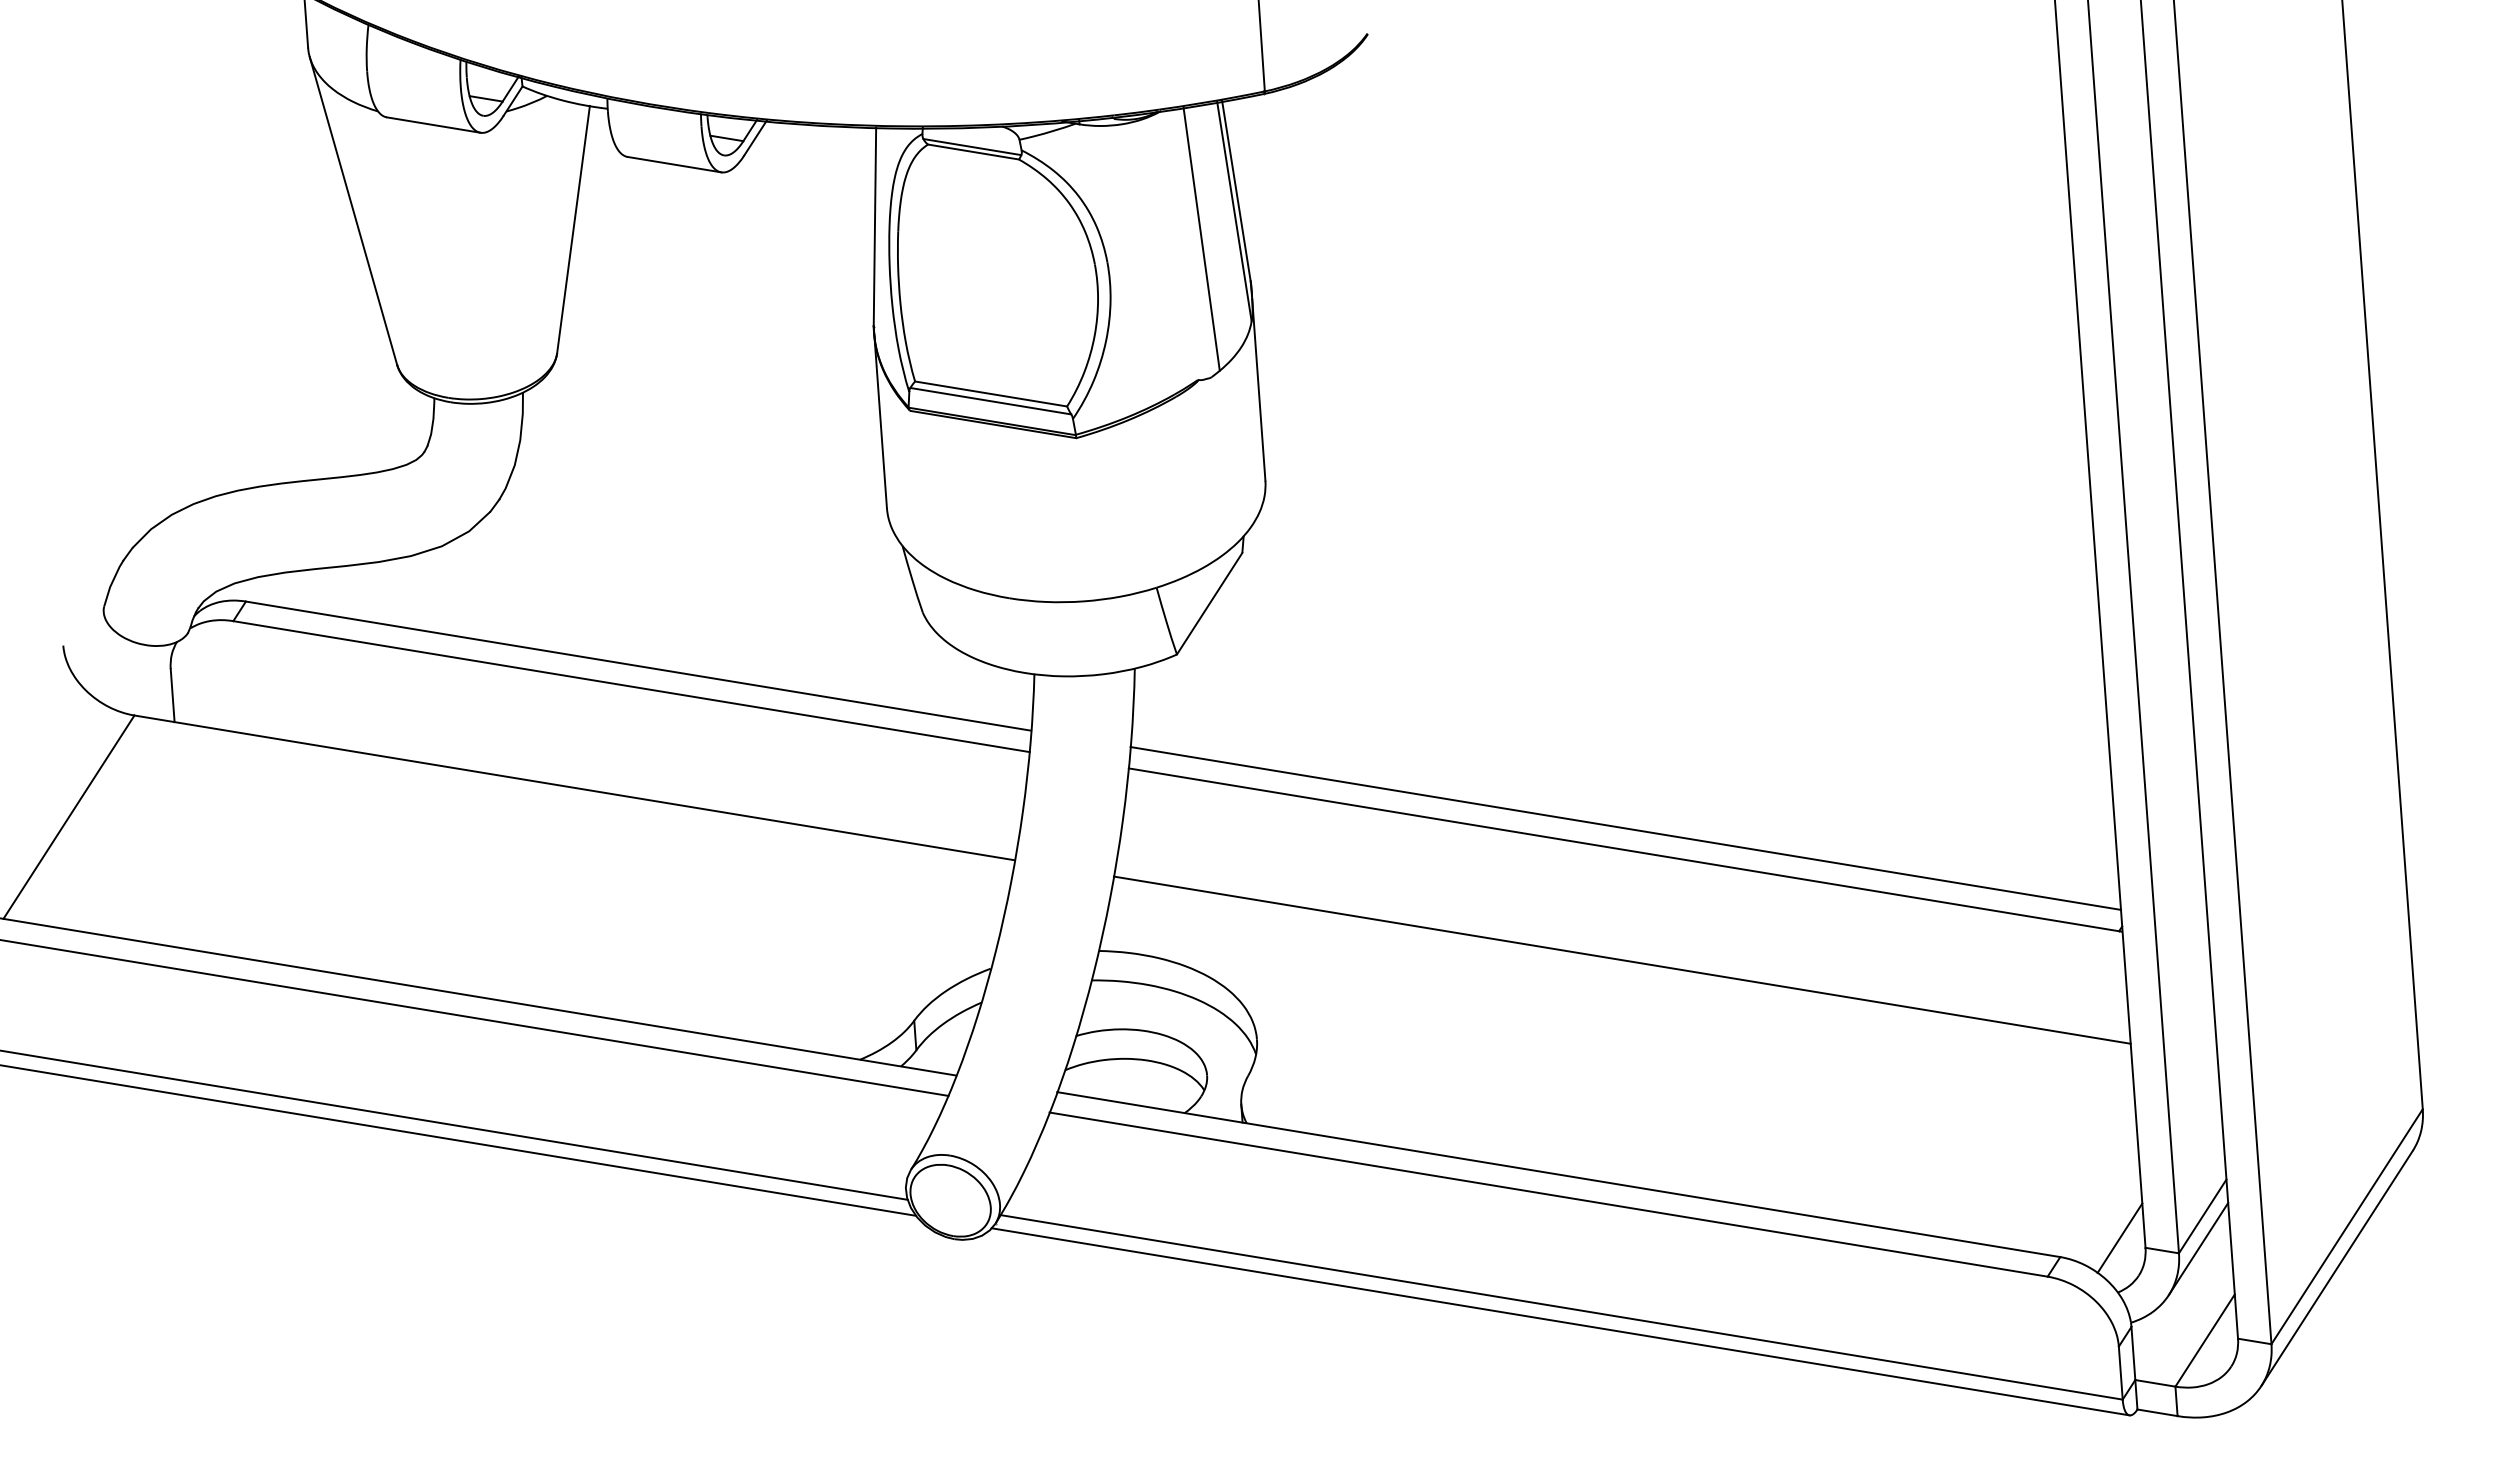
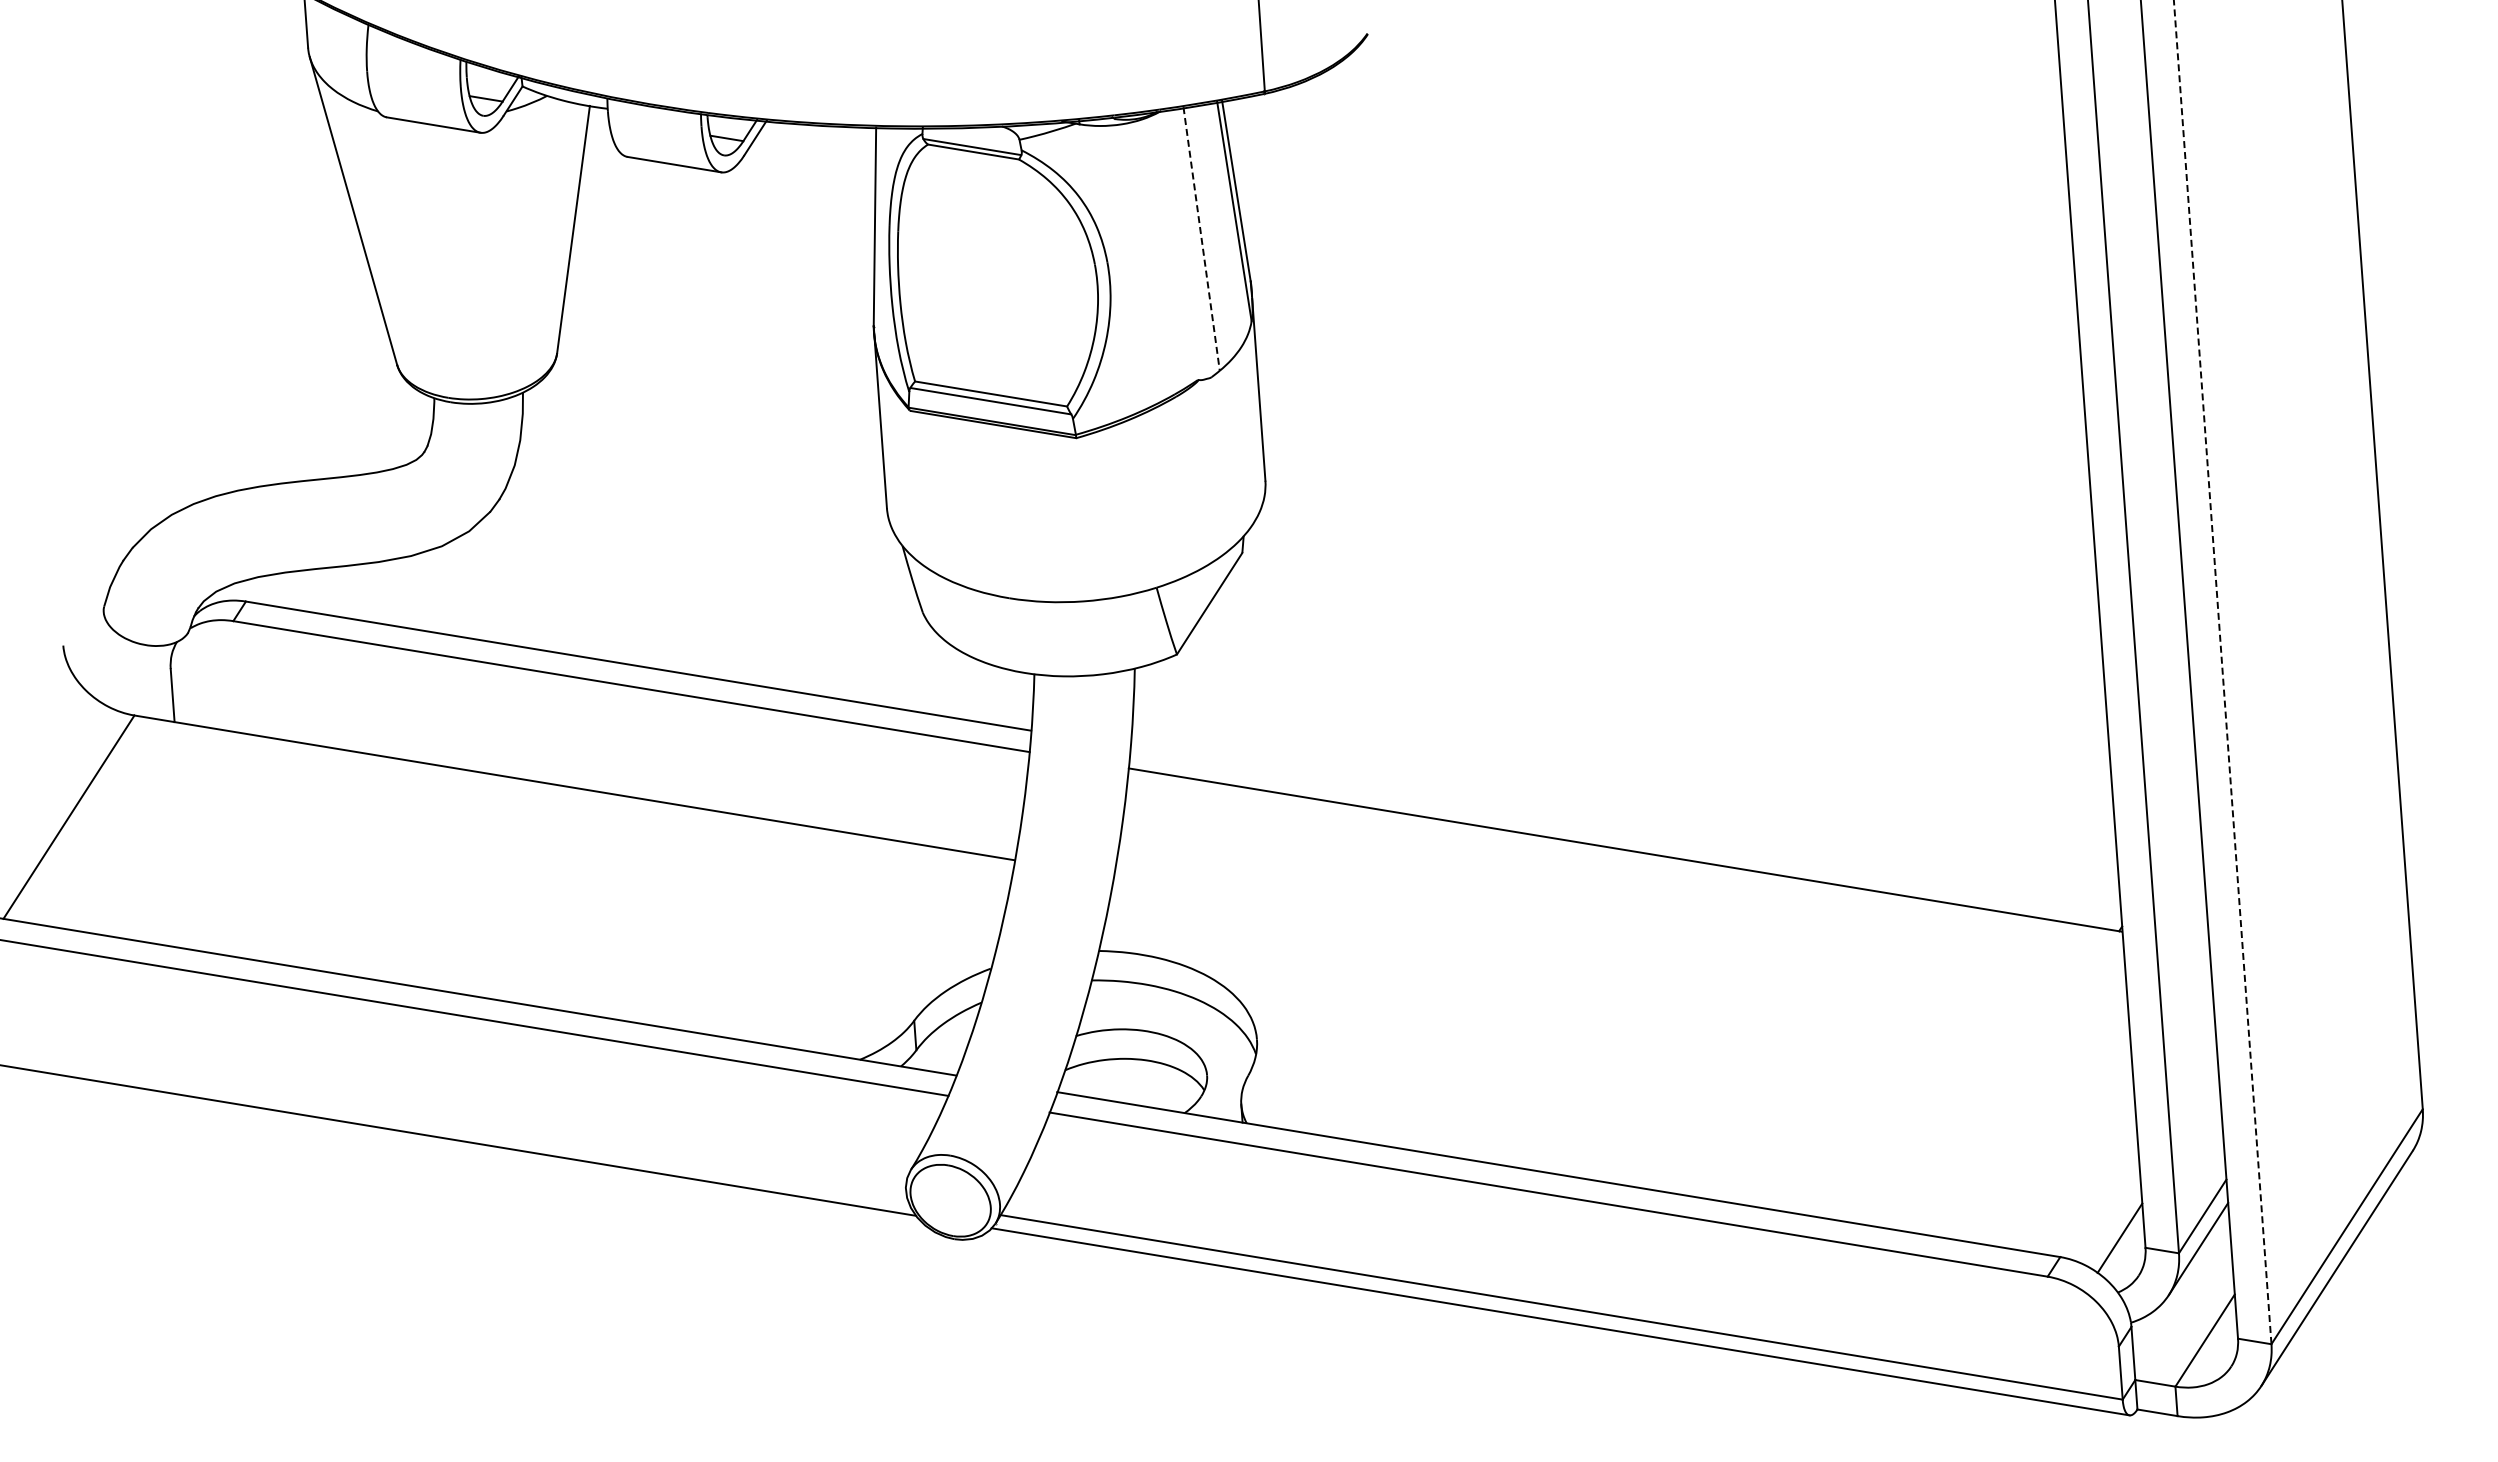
line at (1201, 239): solid -> dashed
line at (2222, 672): solid -> dashed
line at (1625, 828): present -> none
line at (1621, 959): present -> none
line at (454, 1124): present -> none
